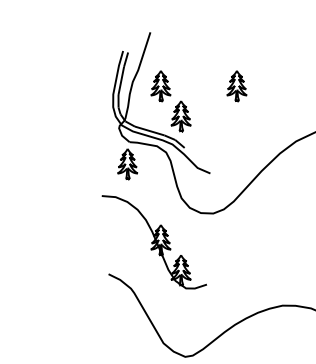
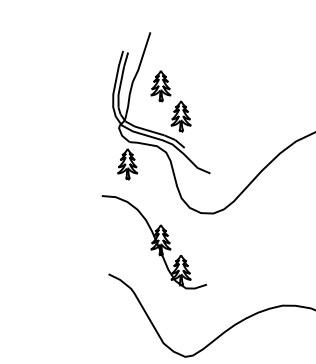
part at (236, 86): present -> none
